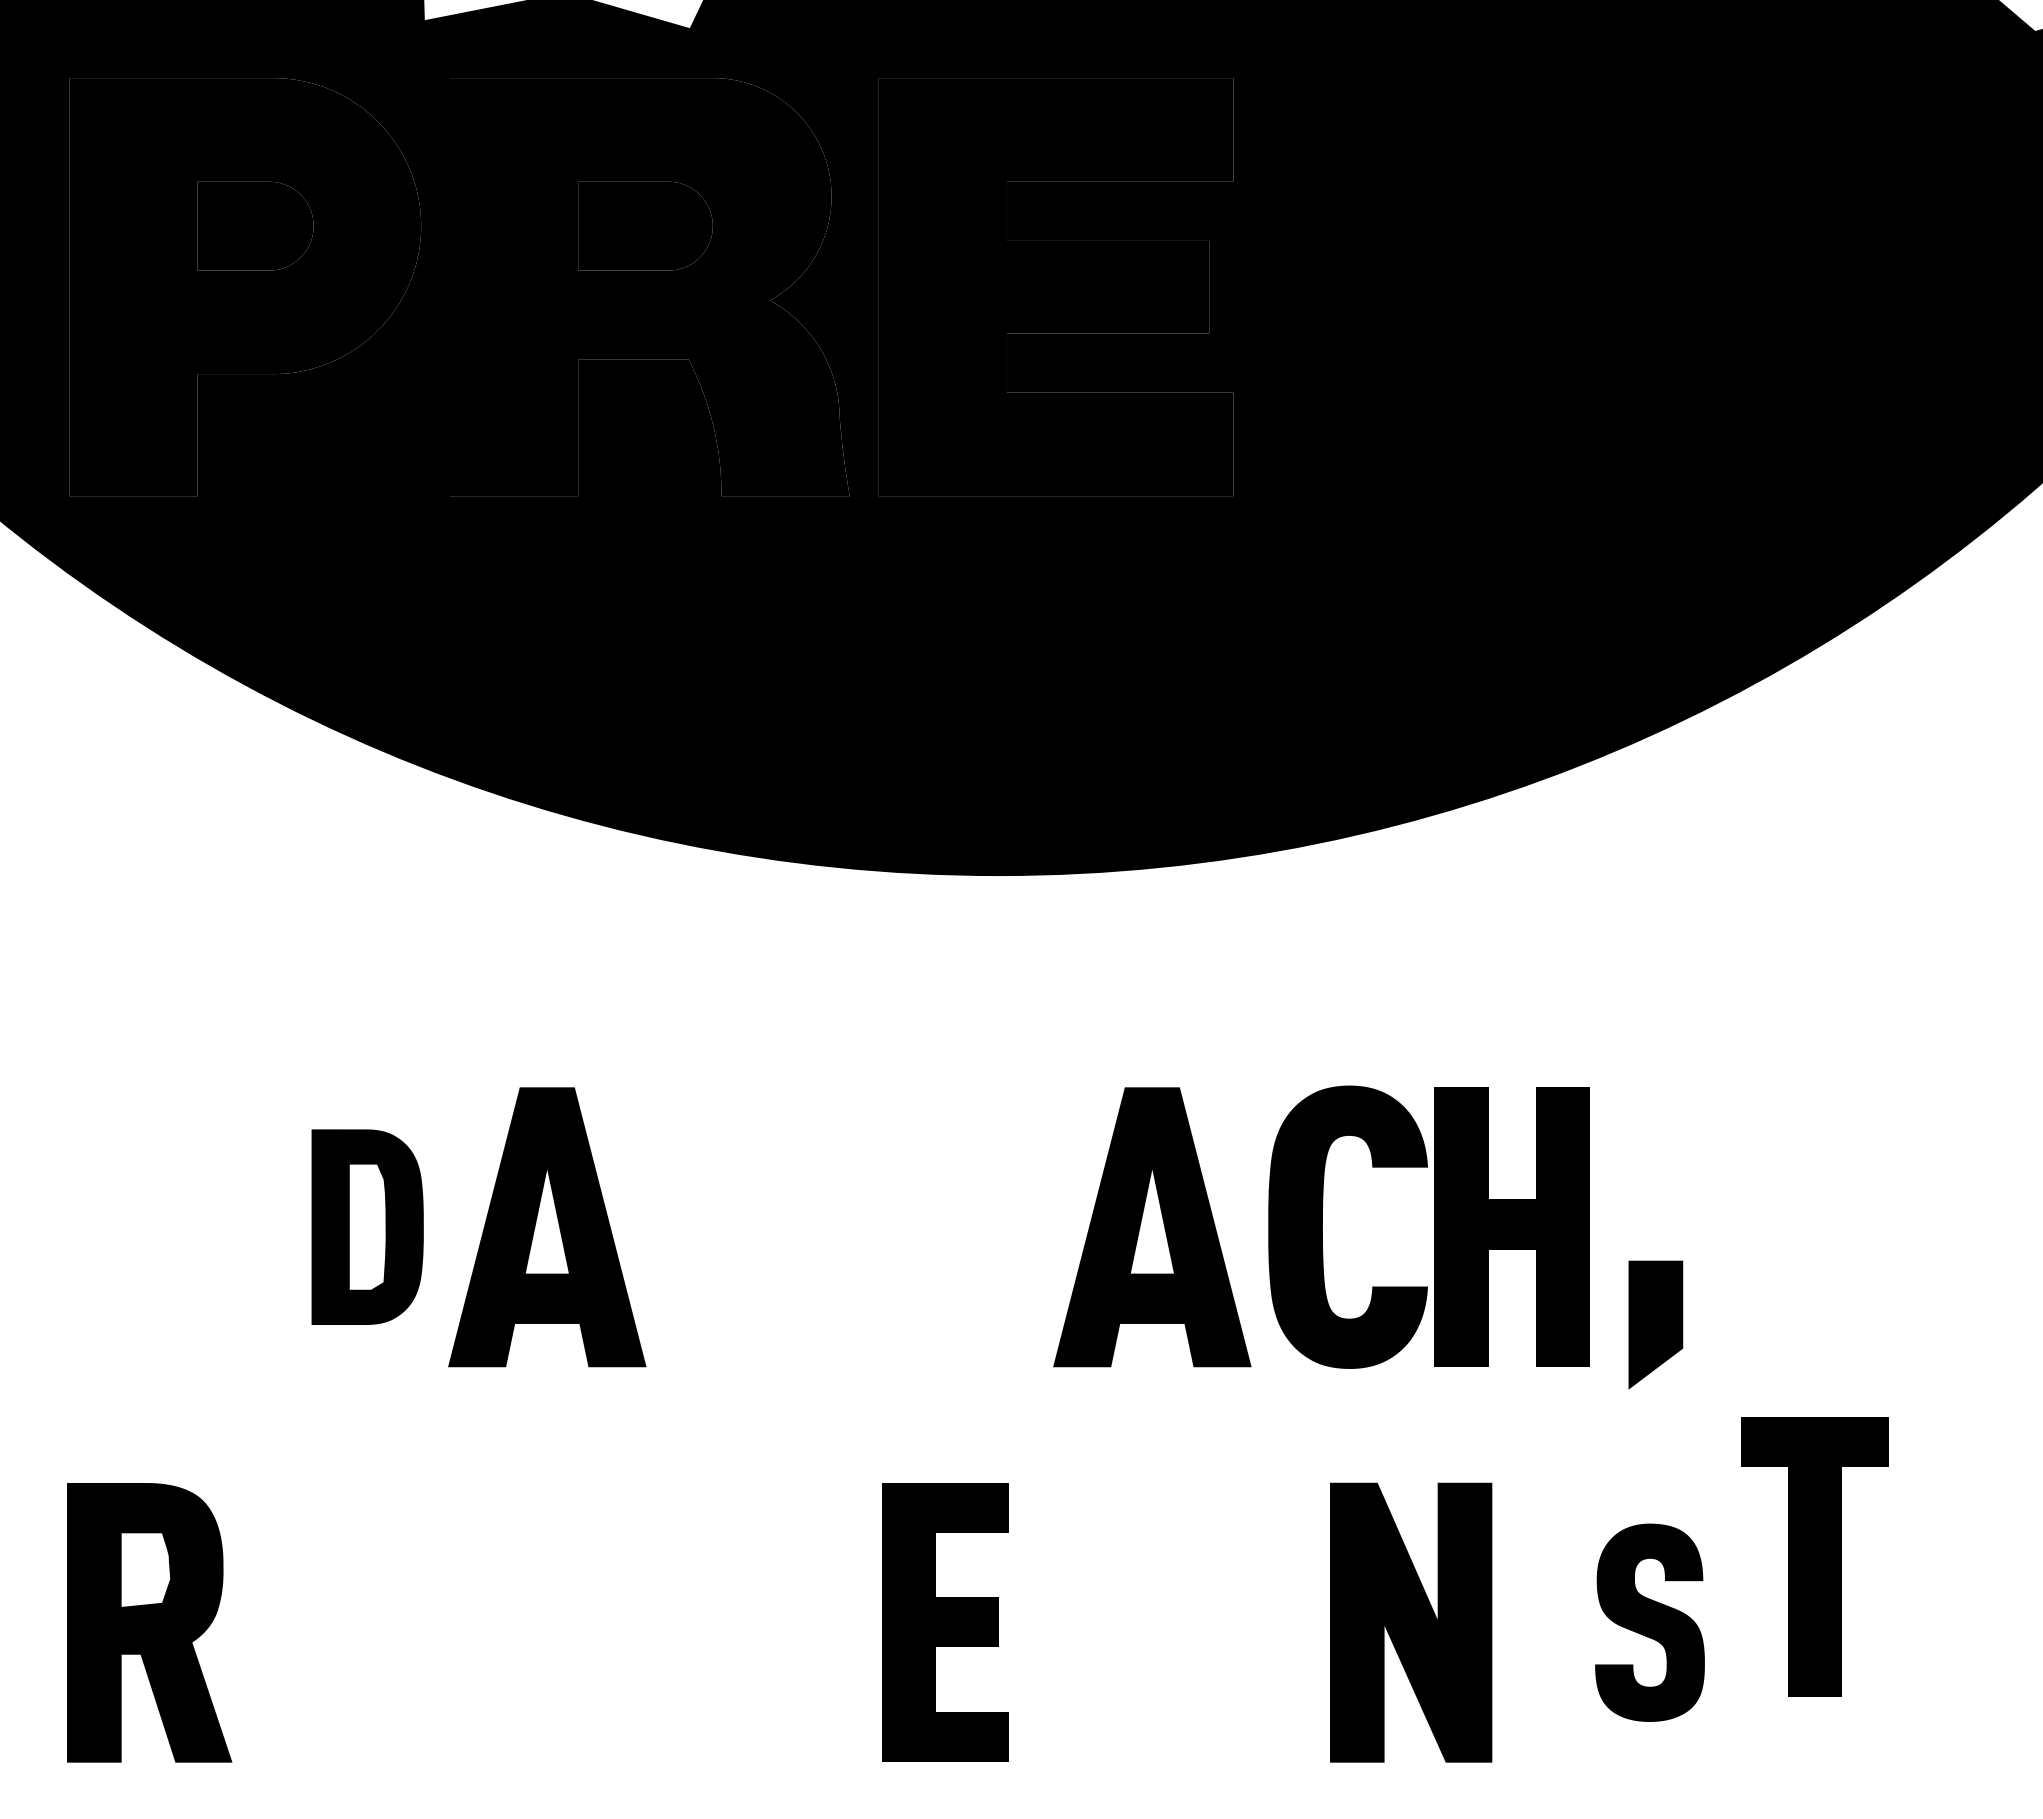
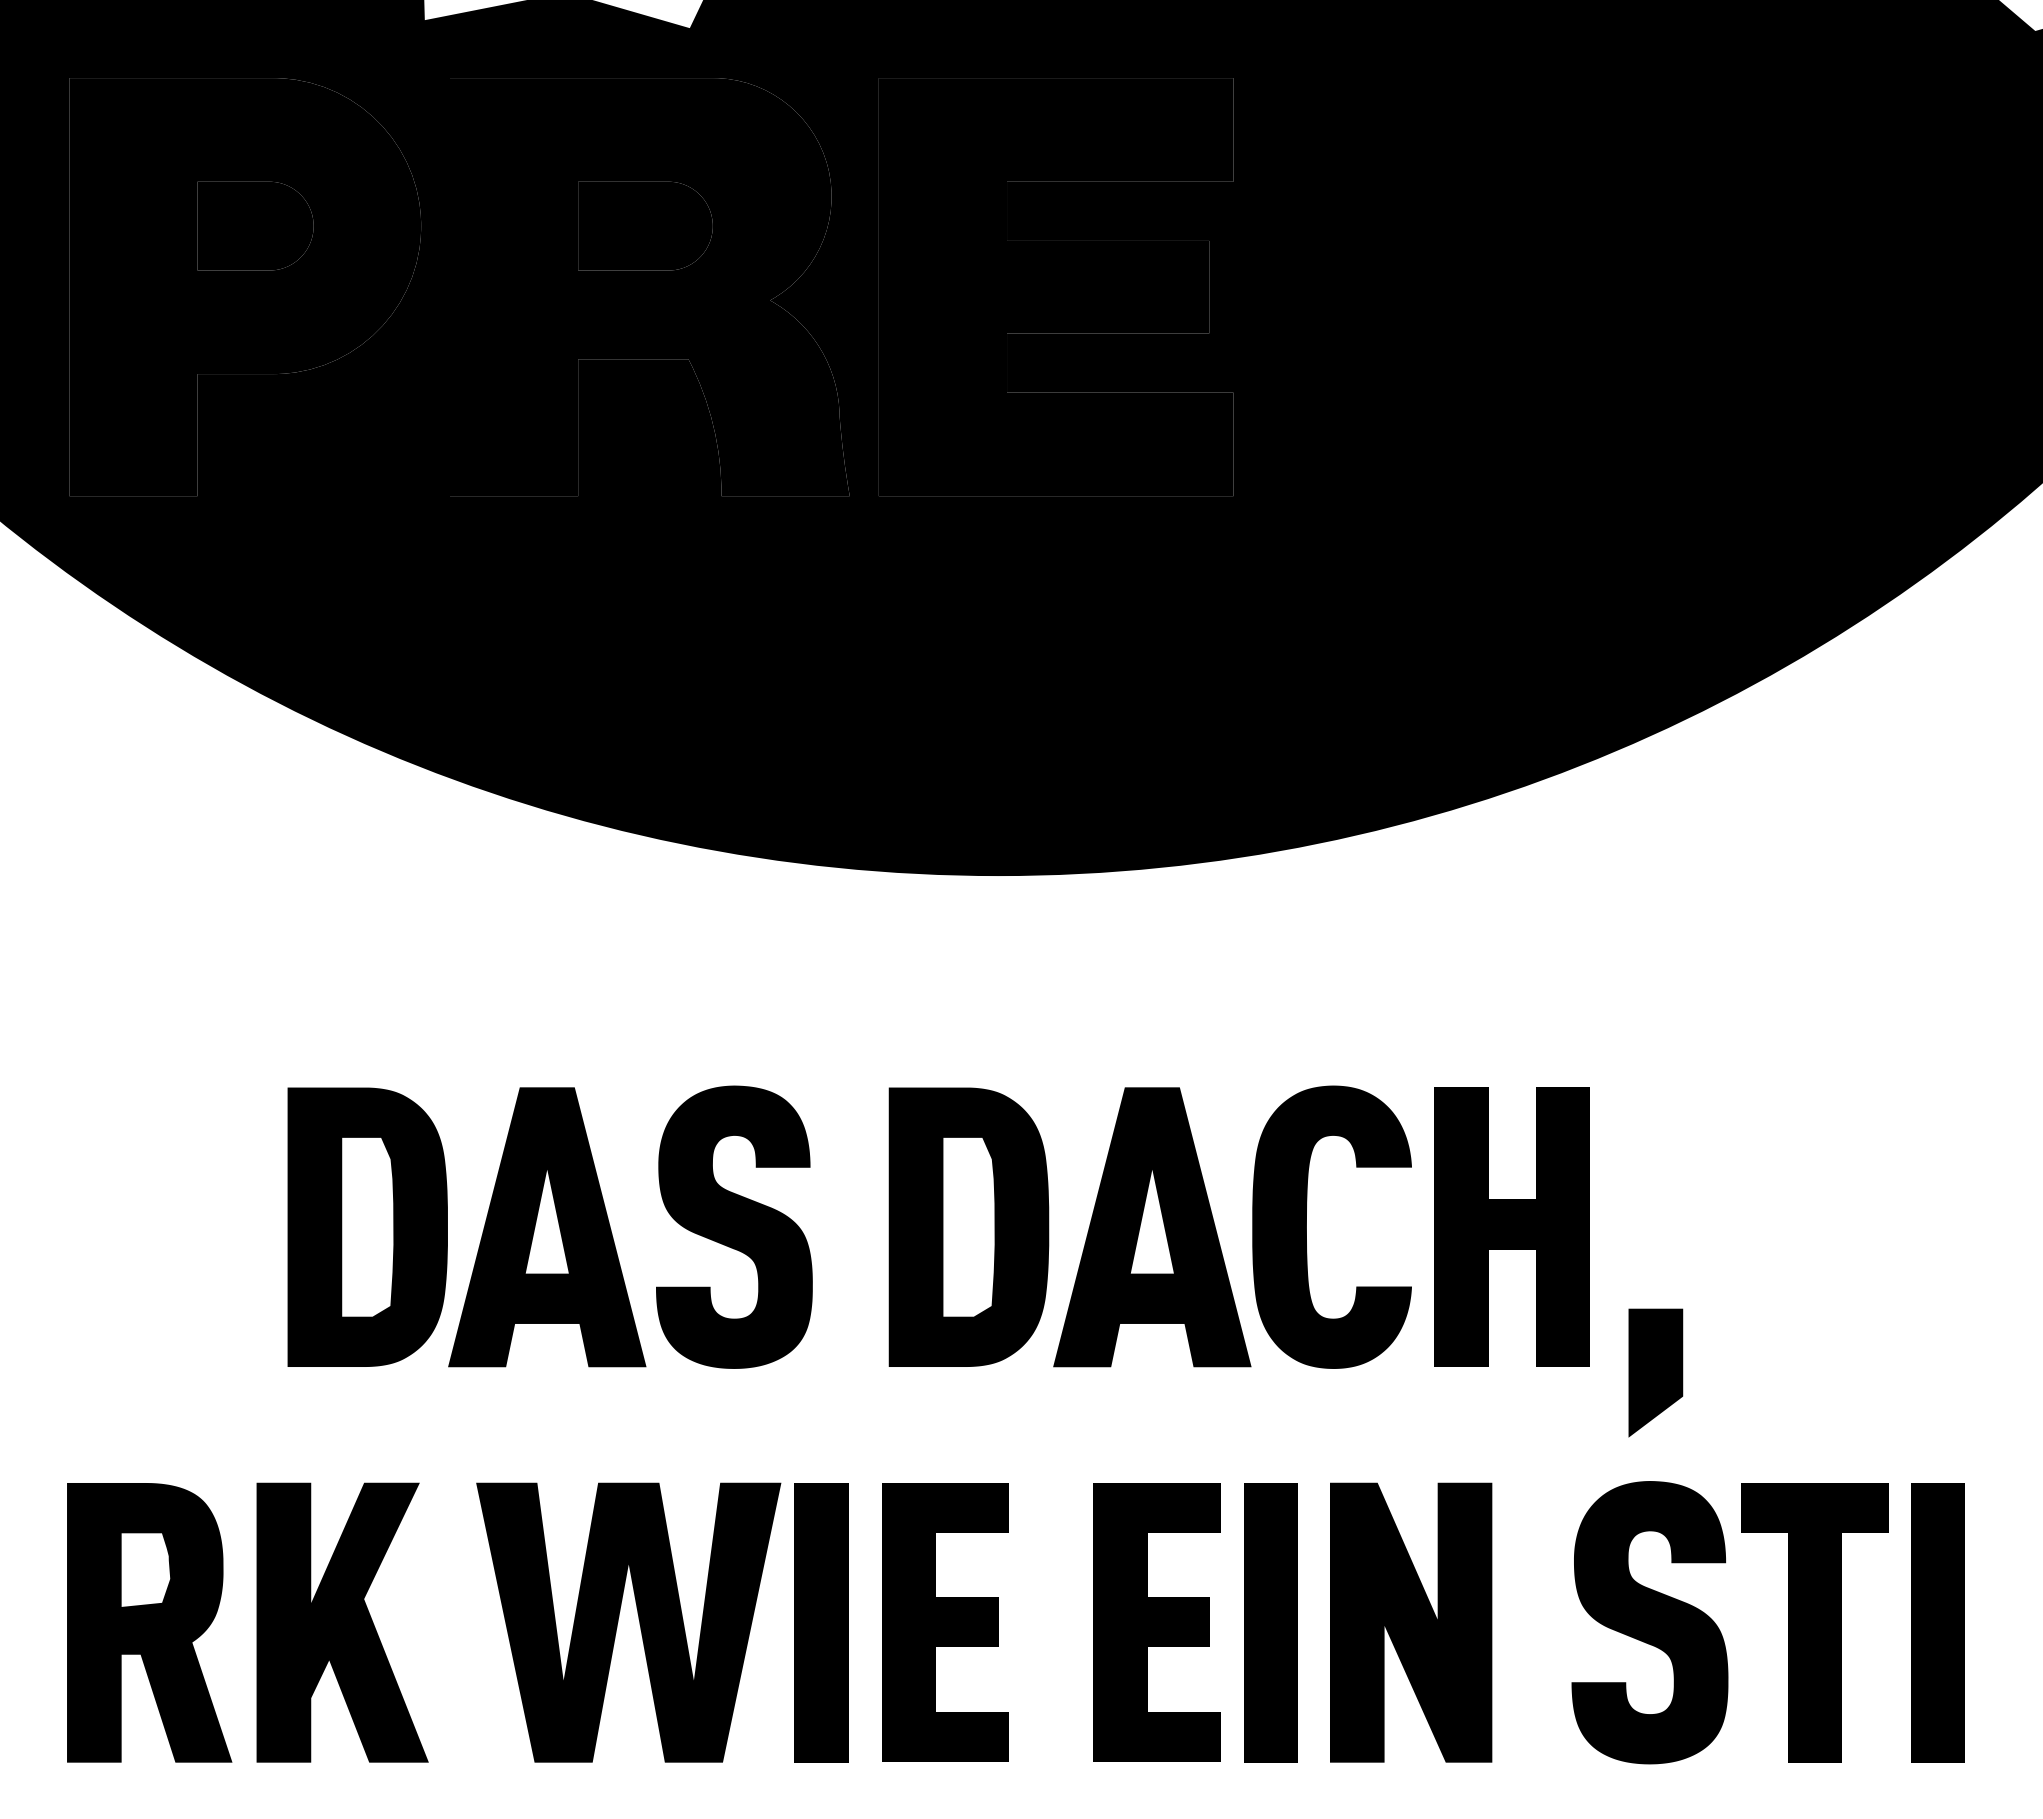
part at (367, 1226) size: 113x196 px -> 161x280 px
part at (734, 1226): none -> present
part at (968, 1226): none -> present
part at (1322, 1226) position: (1322, 1226) -> (1306, 1226)
part at (1655, 1324) position: (1655, 1324) -> (1655, 1372)
part at (1814, 1556) position: (1814, 1556) -> (1814, 1622)
fill at (342, 1622): none -> present
fill at (628, 1622): none -> present
fill at (821, 1622): none -> present
fill at (1156, 1622): none -> present
fill at (1270, 1622): none -> present
part at (1649, 1622) size: 110x199 px -> 158x284 px
fill at (1937, 1622): none -> present
